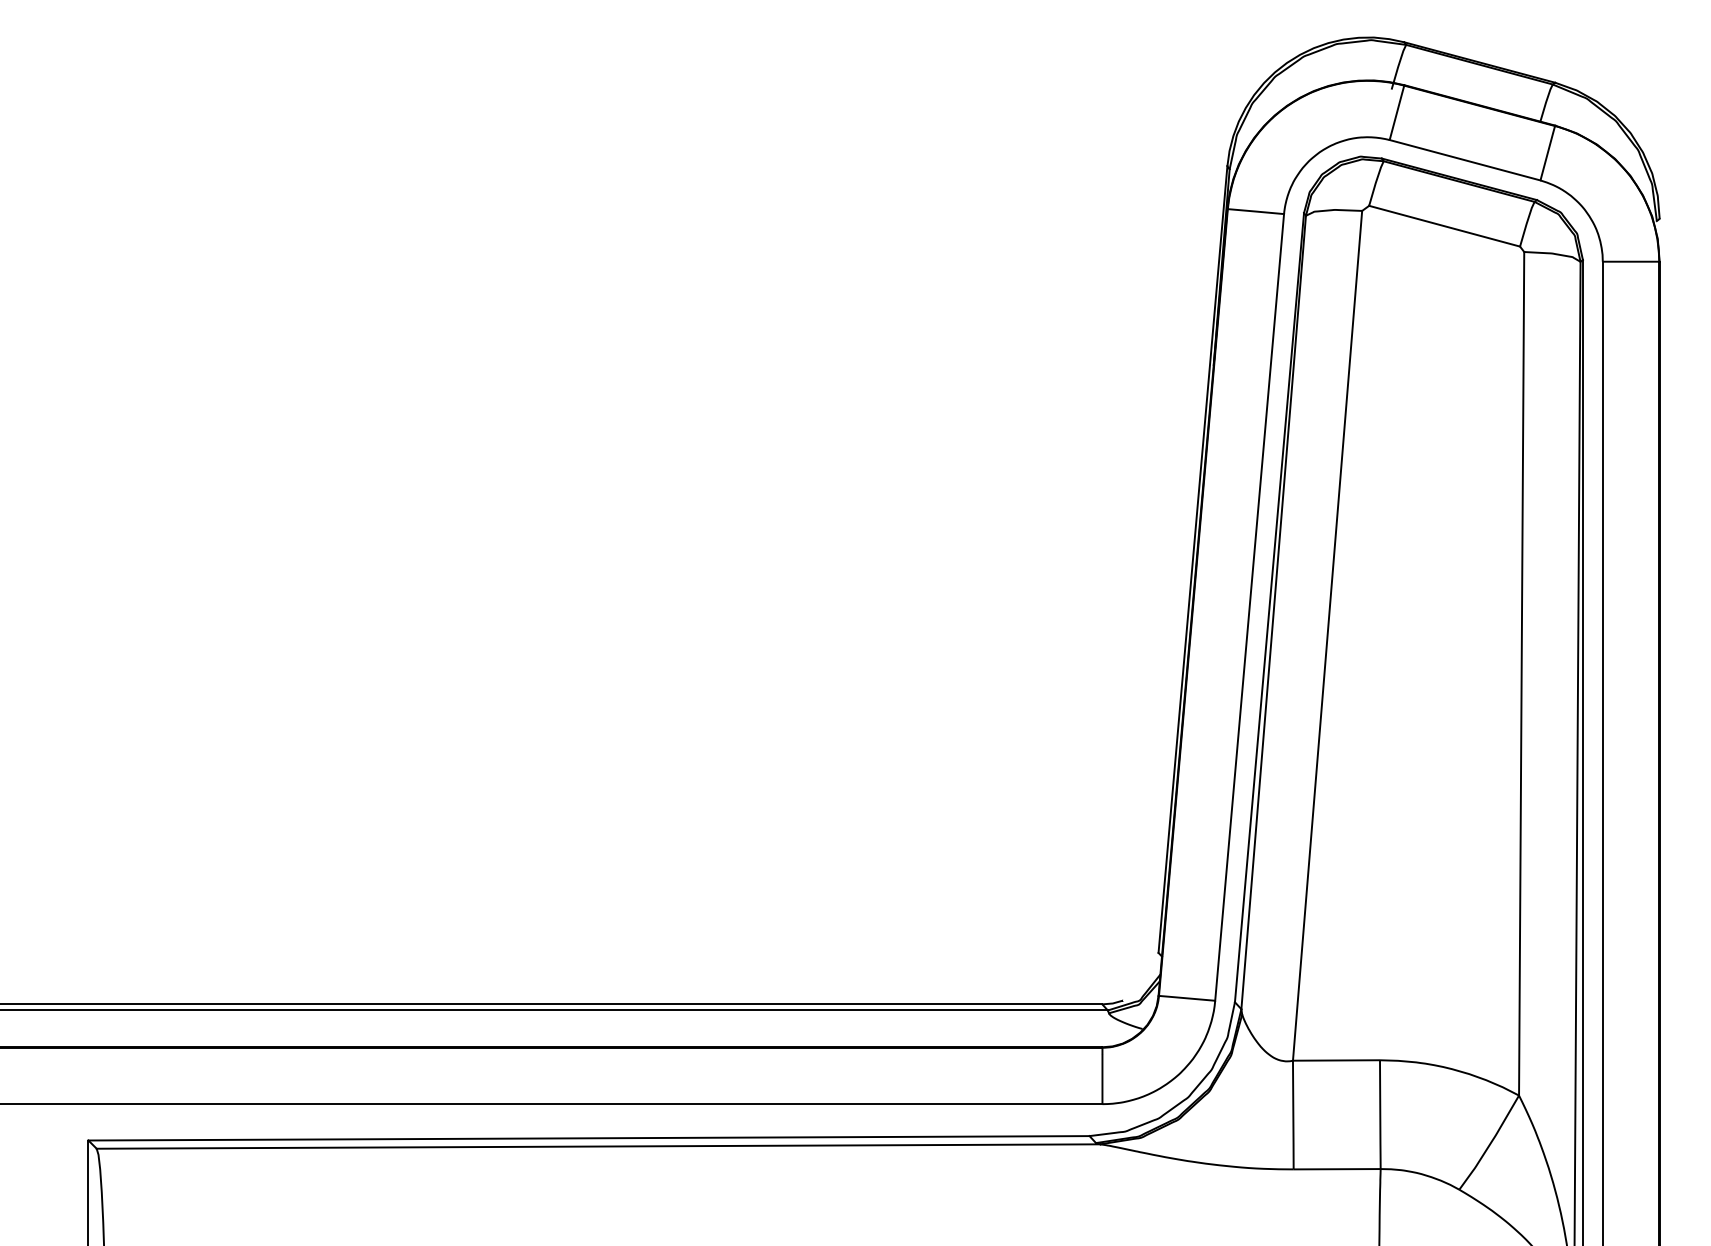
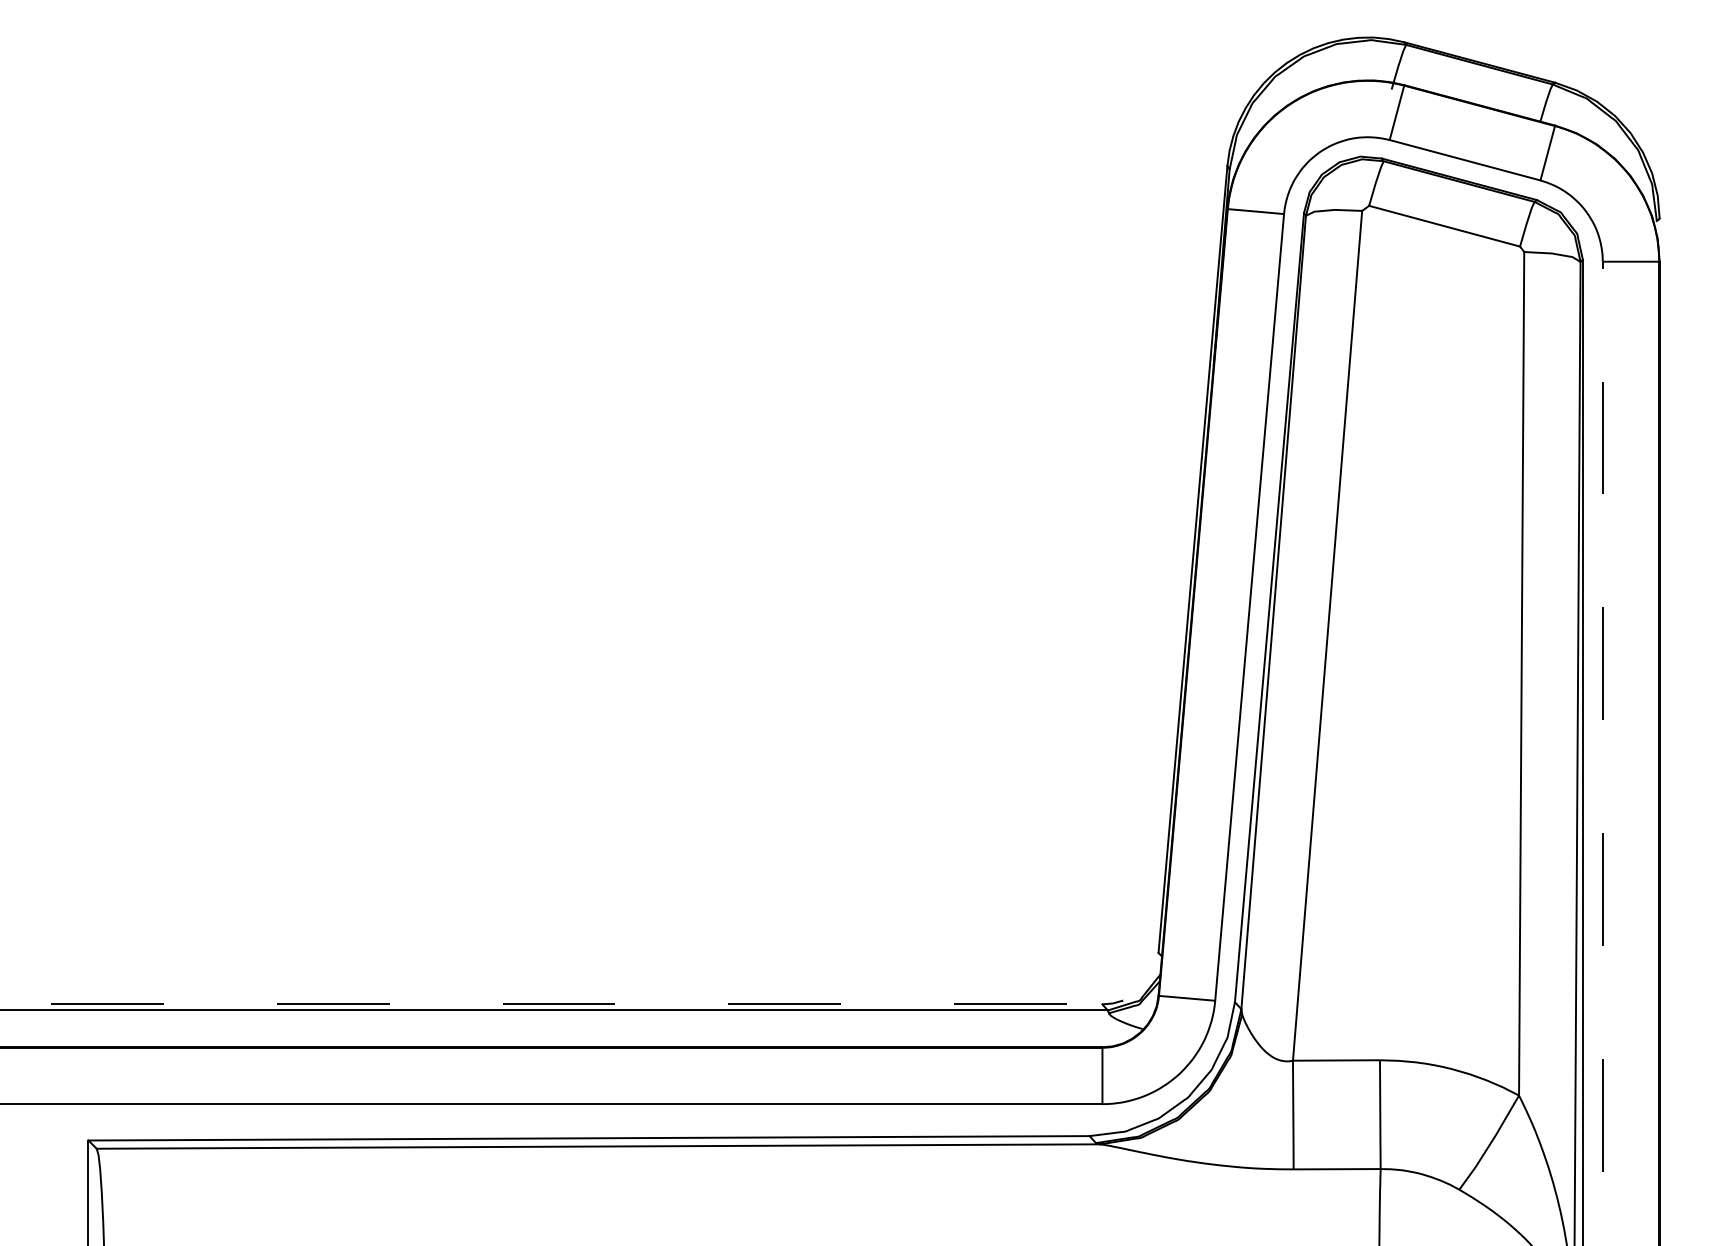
line at (1602, 753): solid -> dashed
line at (551, 1004): solid -> dashed
